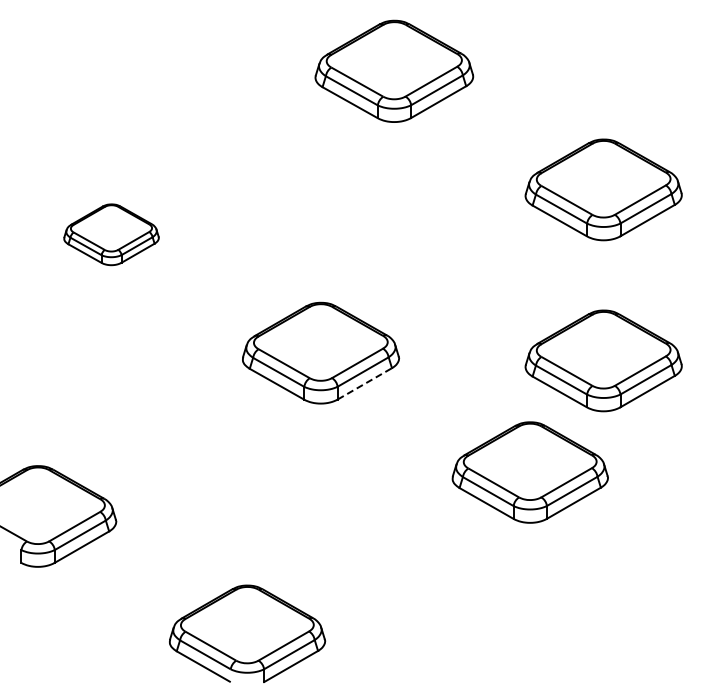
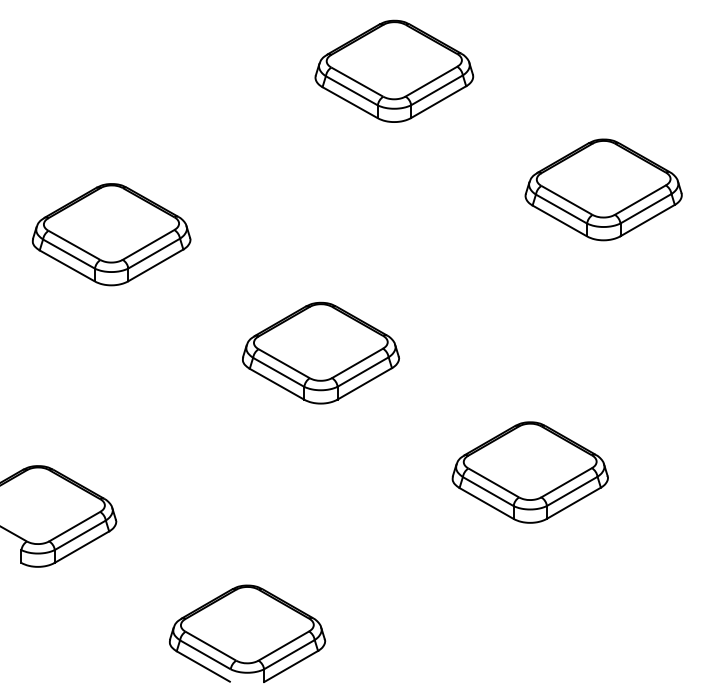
part at (111, 234) size: 97x64 px -> 161x104 px
part at (603, 360): present -> none
line at (365, 383): dashed -> solid
